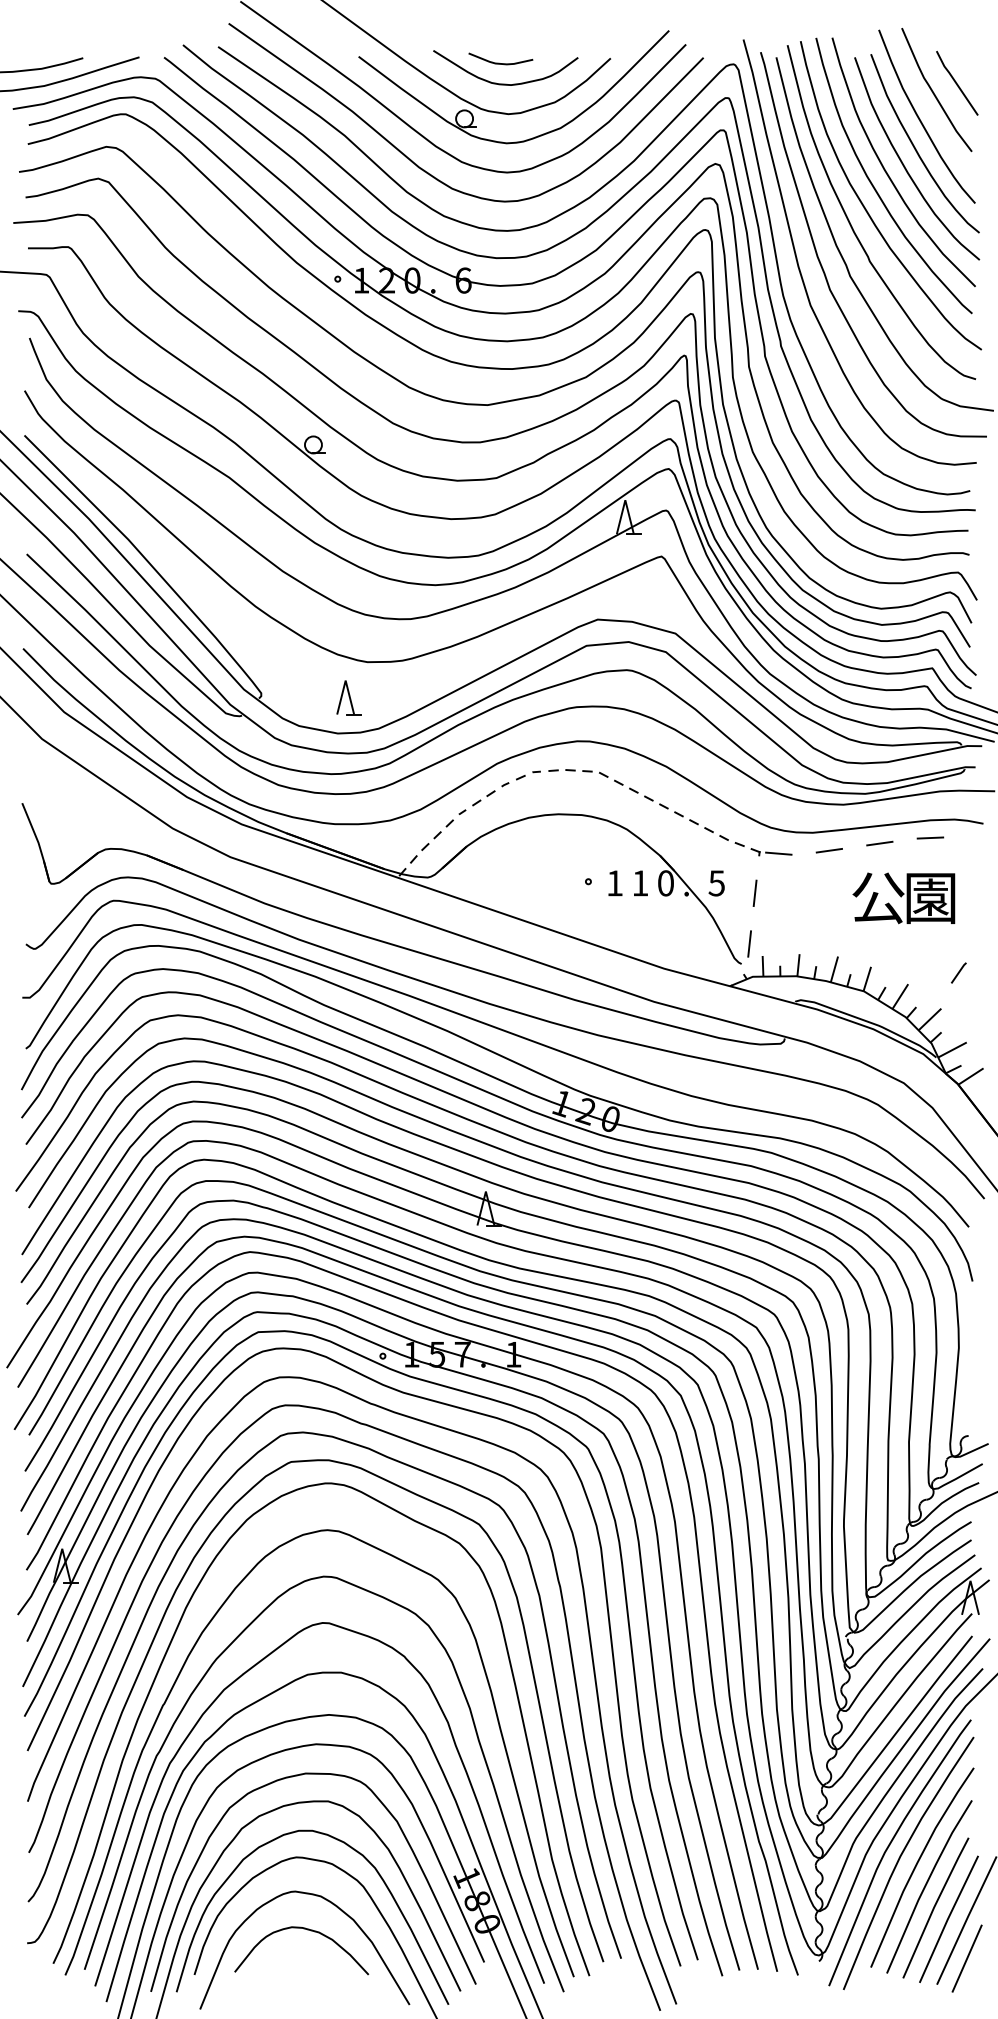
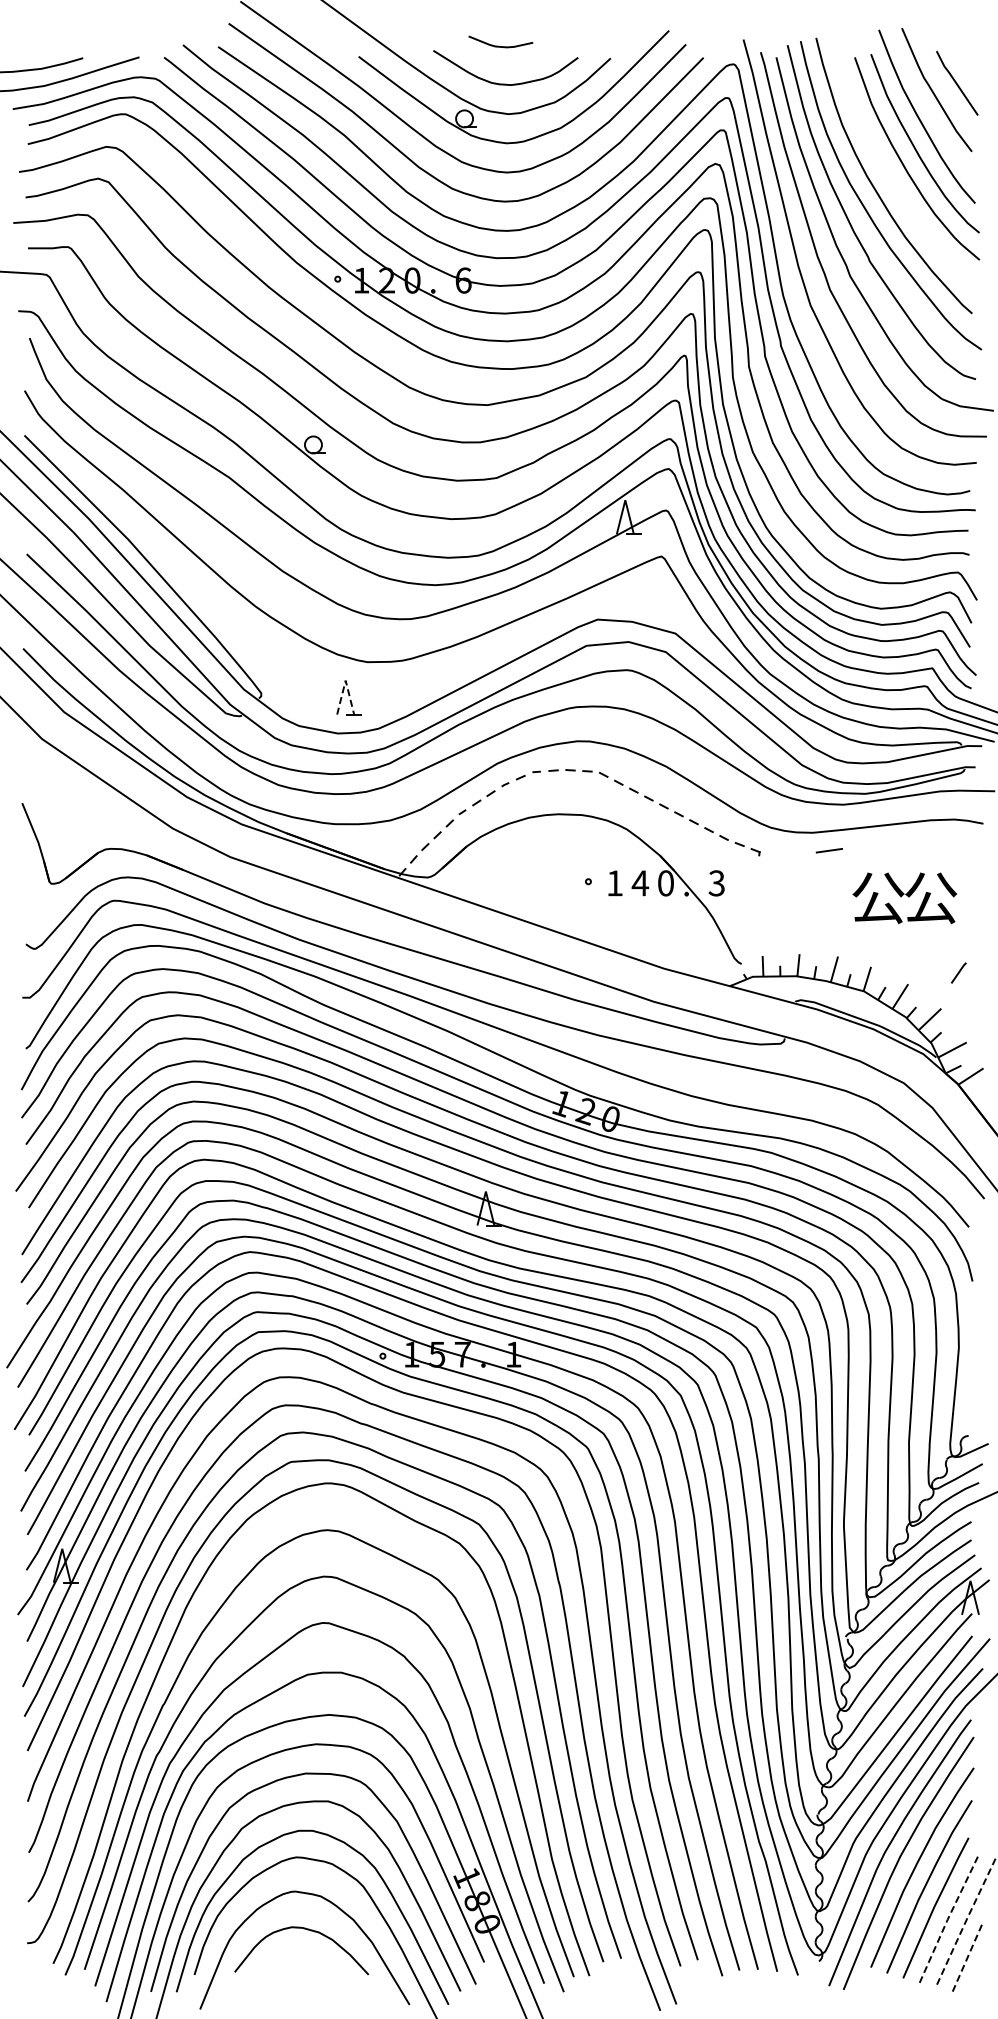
curve at (499, 62) position: (499, 62) -> (499, 45)
curve at (886, 170): present -> none
line at (345, 680): solid -> dashed
line at (930, 837): present -> none
line at (879, 843): present -> none
line at (778, 853): present -> none
text at (716, 882): 5 -> 3
text at (640, 883): 1 -> 4
line at (754, 893): present -> none
text at (931, 897): 園 -> 公
line at (749, 943): present -> none
line at (947, 1919): solid -> dashed
line at (966, 1919): solid -> dashed
line at (967, 1958): solid -> dashed
